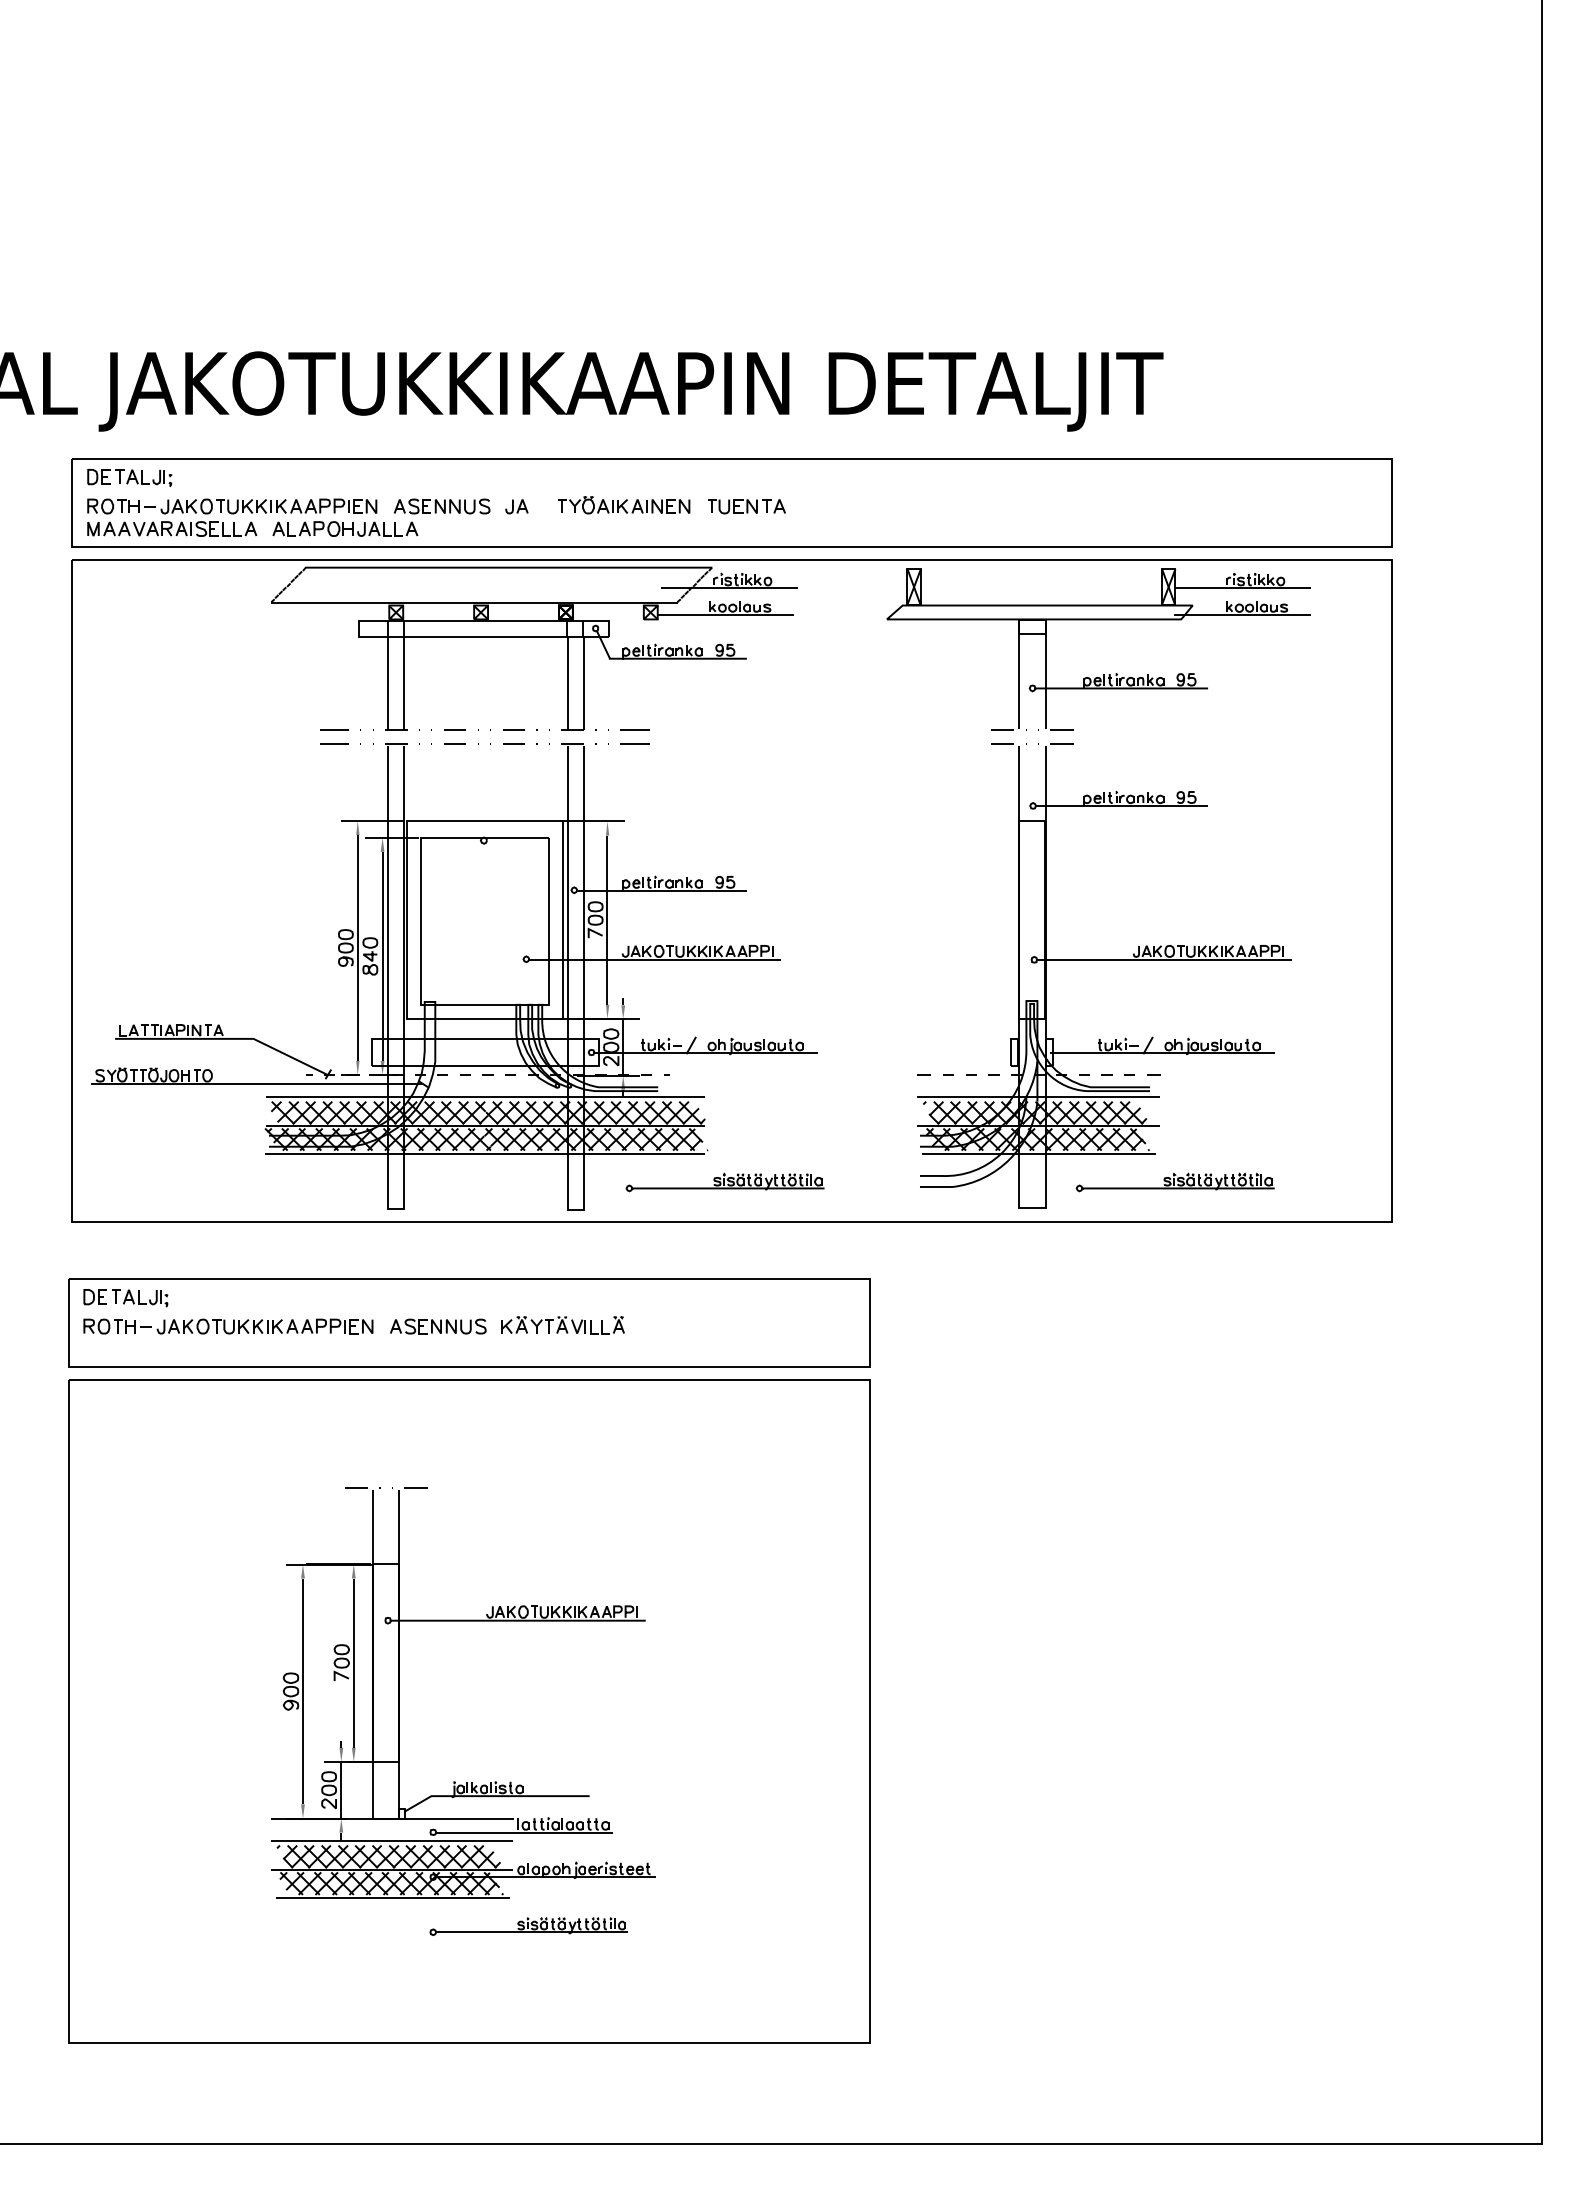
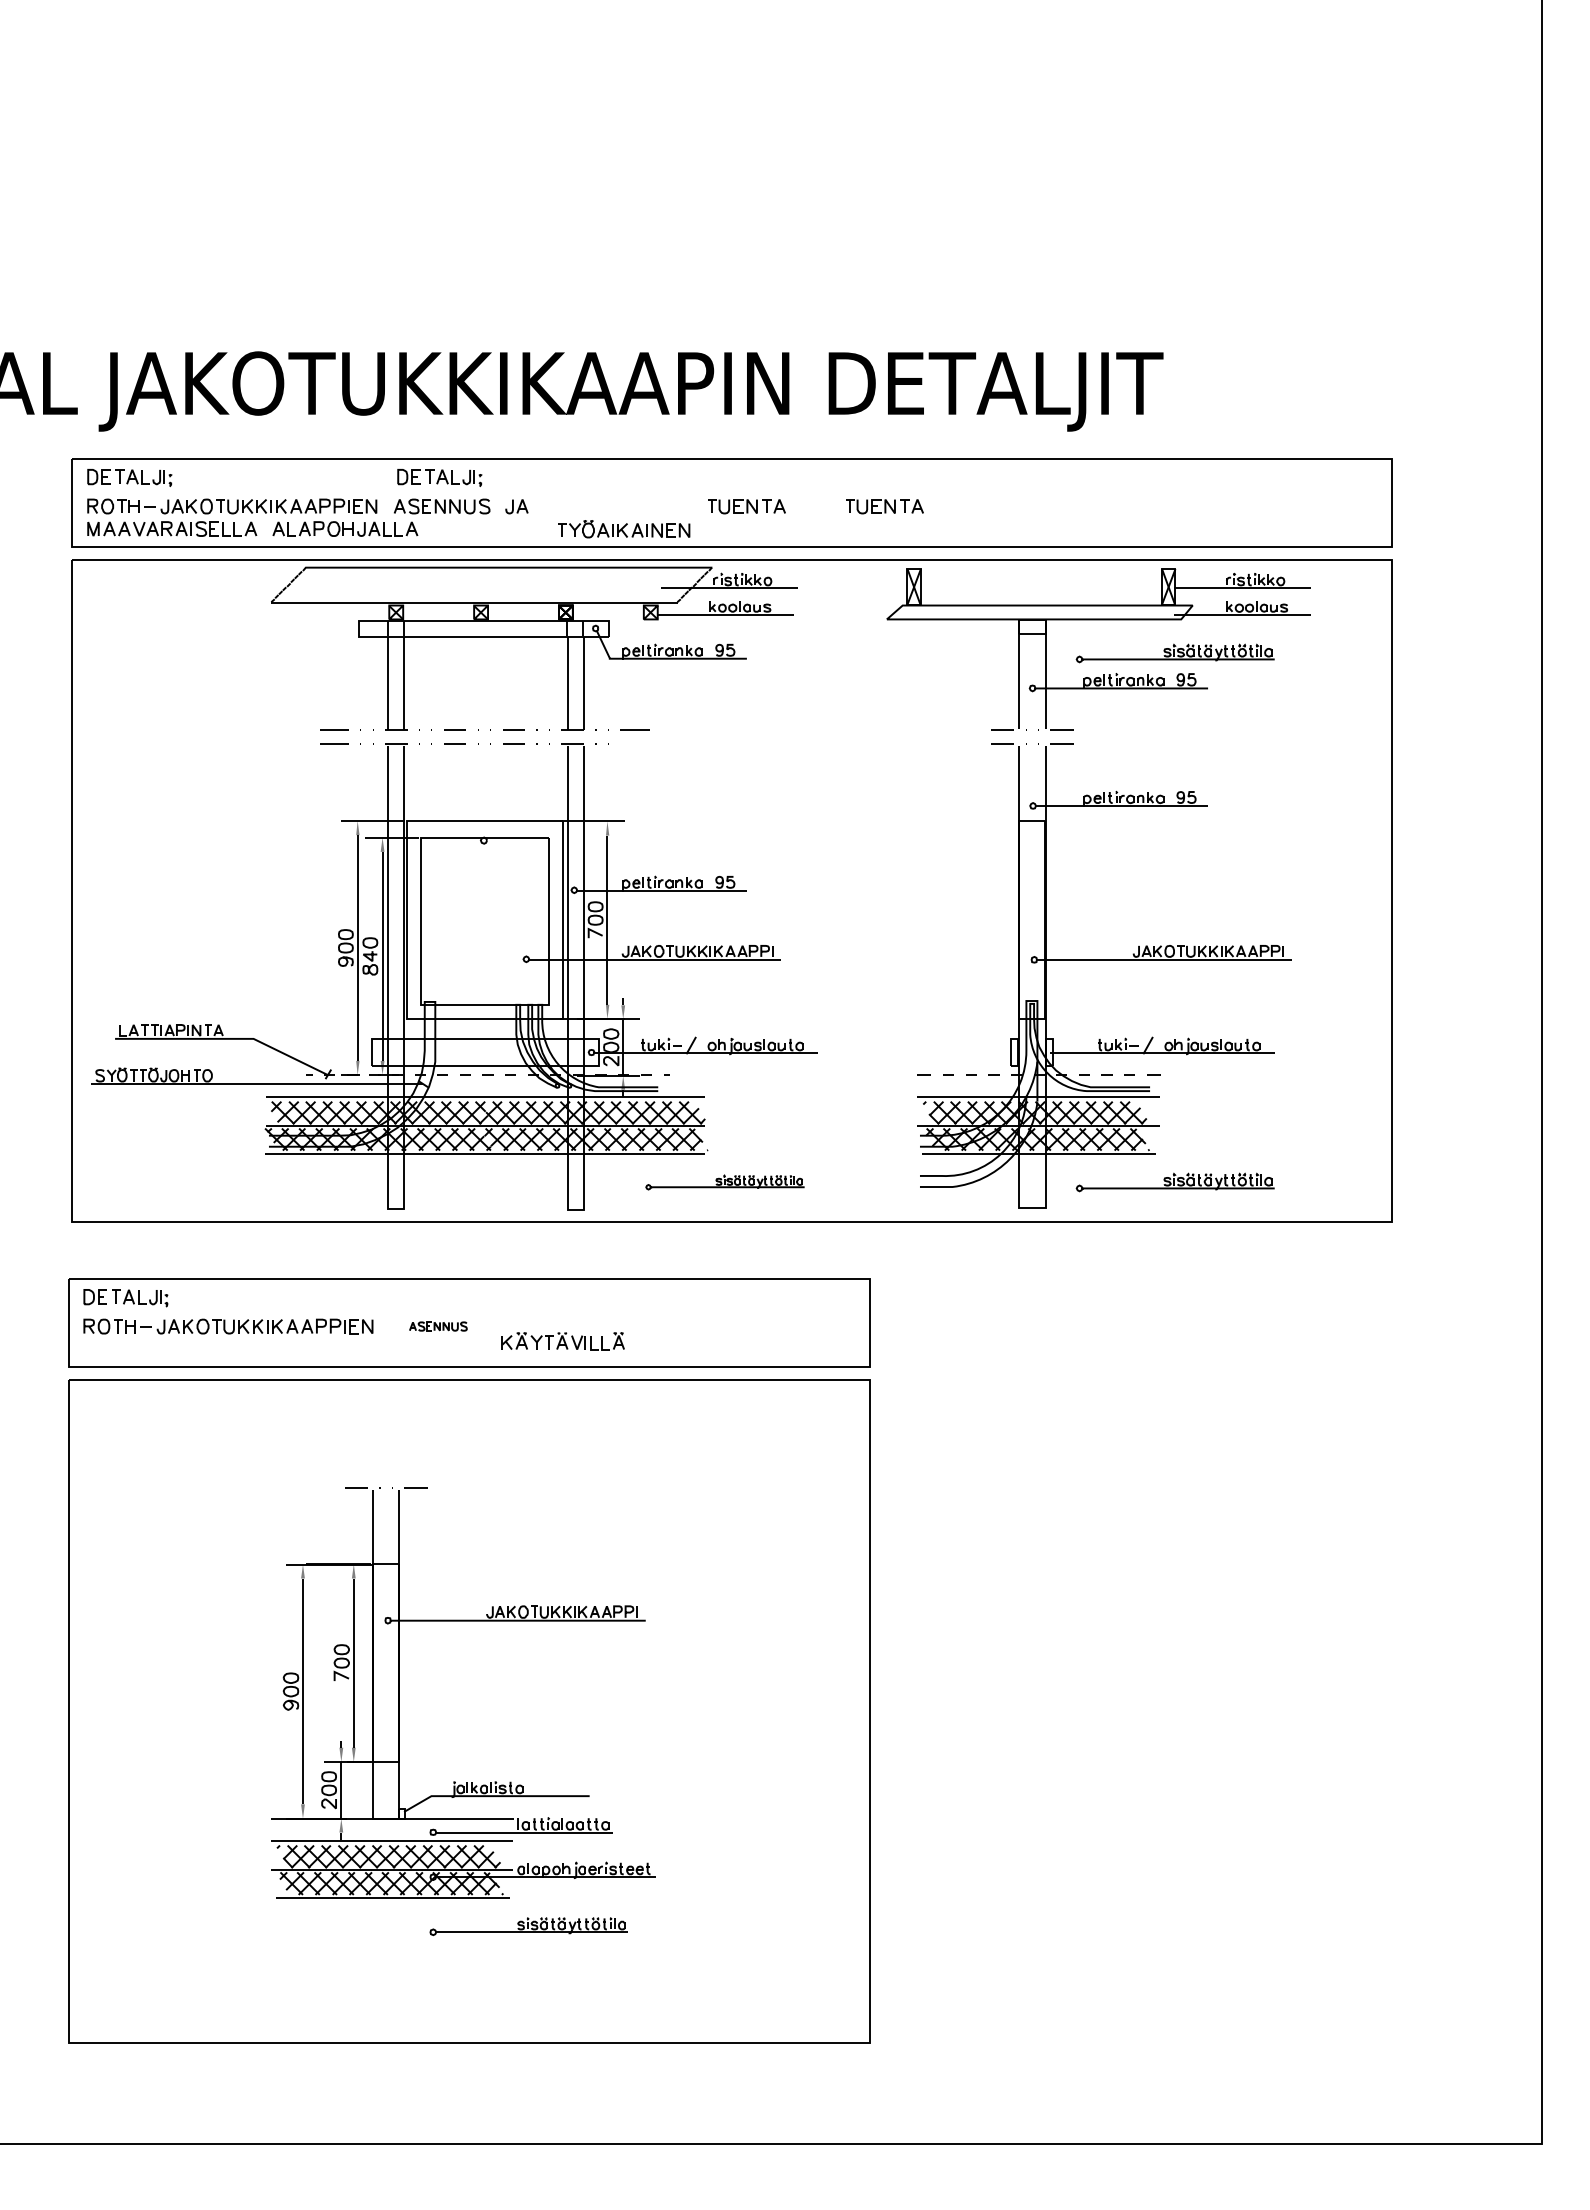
part at (439, 477): none -> present
part at (624, 505) position: (624, 505) -> (624, 529)
part at (884, 506): none -> present
part at (1174, 653): none -> present
line at (634, 743): present -> none
part at (724, 1182) size: 200x21 px -> 160x17 px
part at (562, 1325) position: (562, 1325) -> (562, 1341)
part at (438, 1326) size: 97x17 px -> 59x11 px
